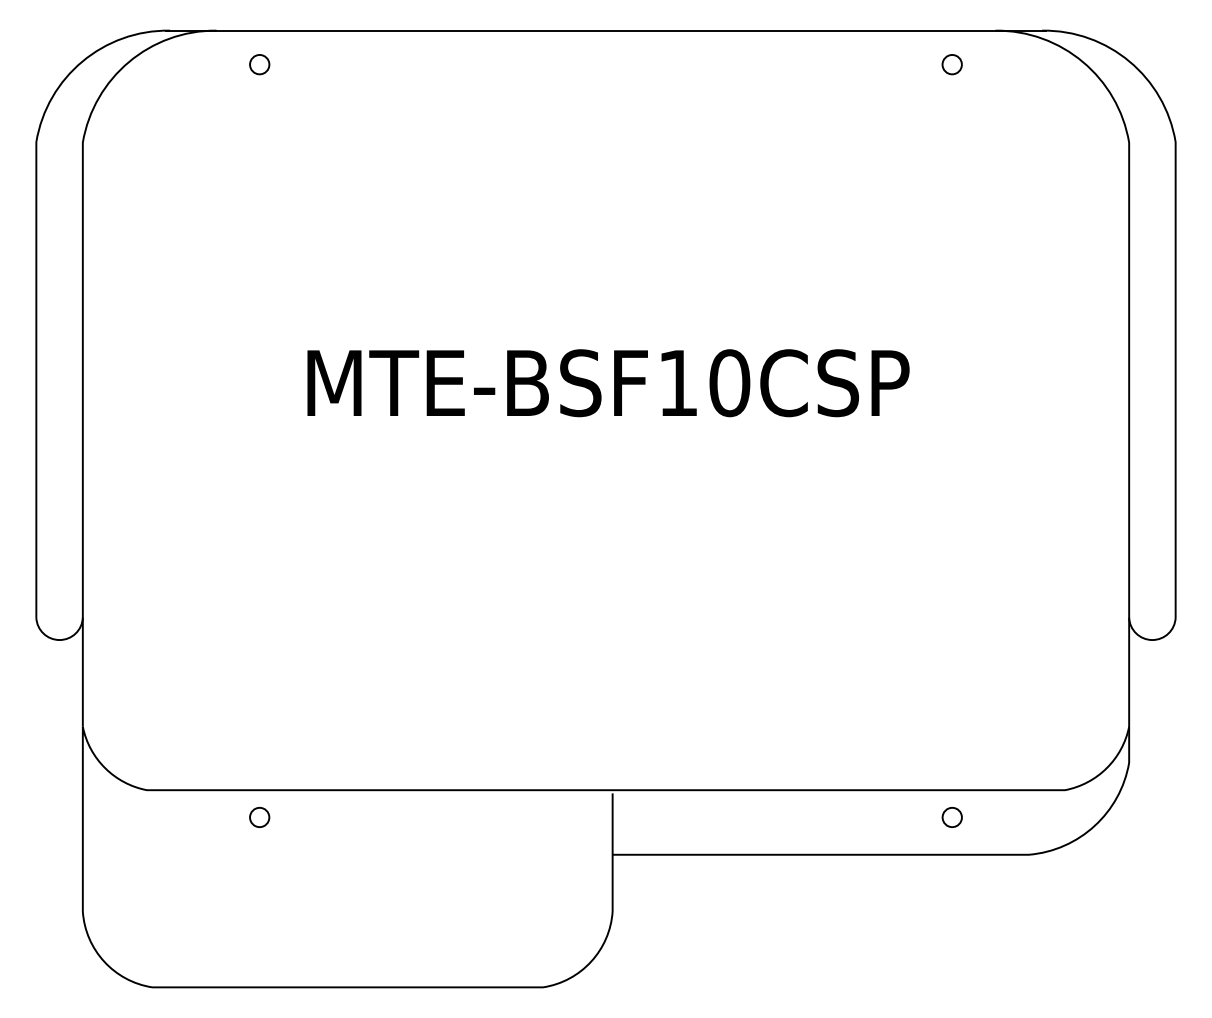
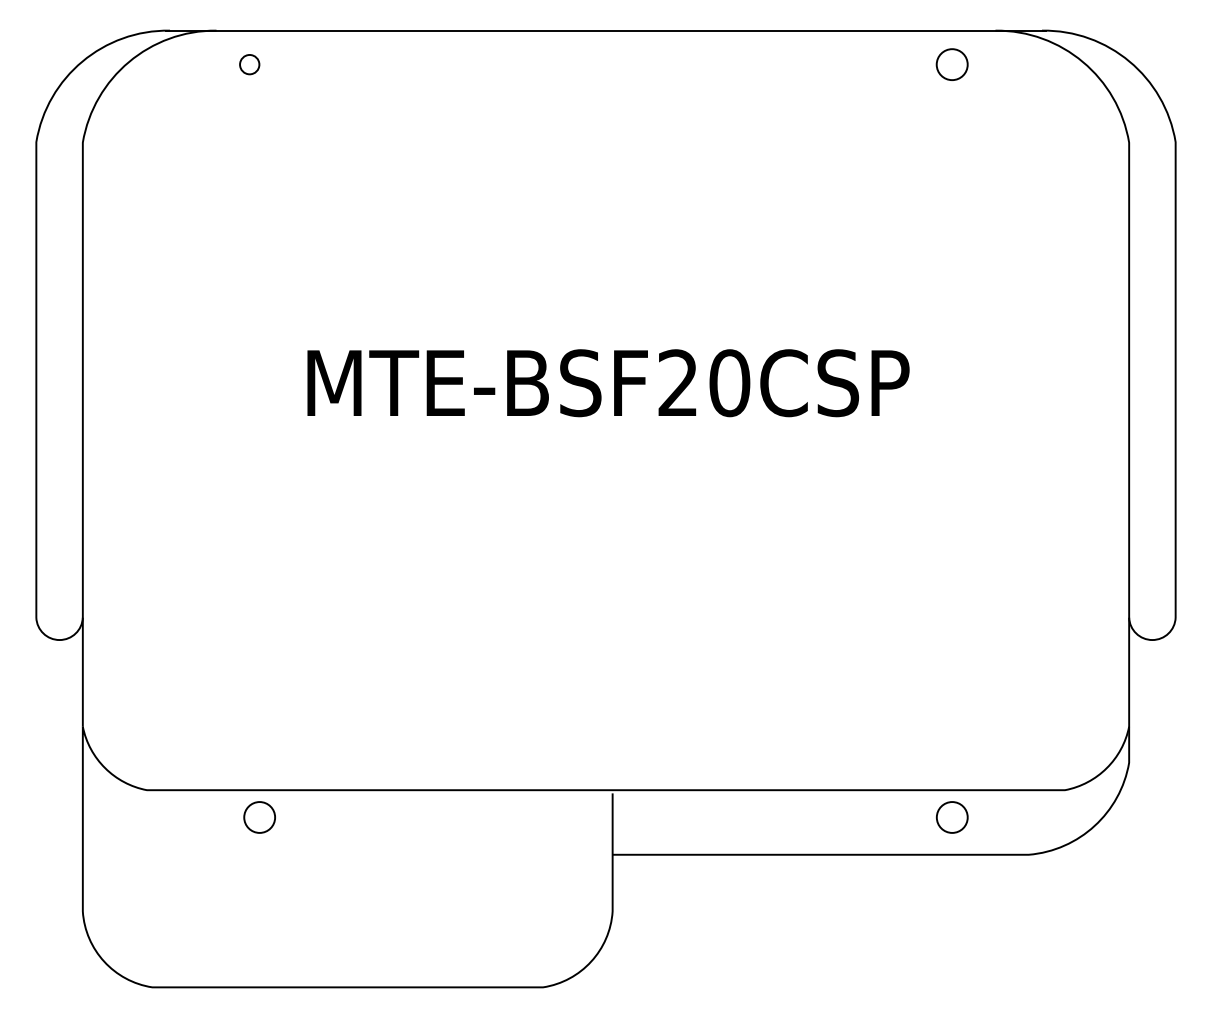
circle at (259, 64) position: (259, 64) -> (249, 64)
circle at (951, 64) diameter: 19 px -> 31 px
text at (677, 382): MTE-BSF10CSP -> MTE-BSF20CSP
circle at (259, 817) diameter: 19 px -> 31 px
circle at (951, 817) diameter: 19 px -> 31 px
